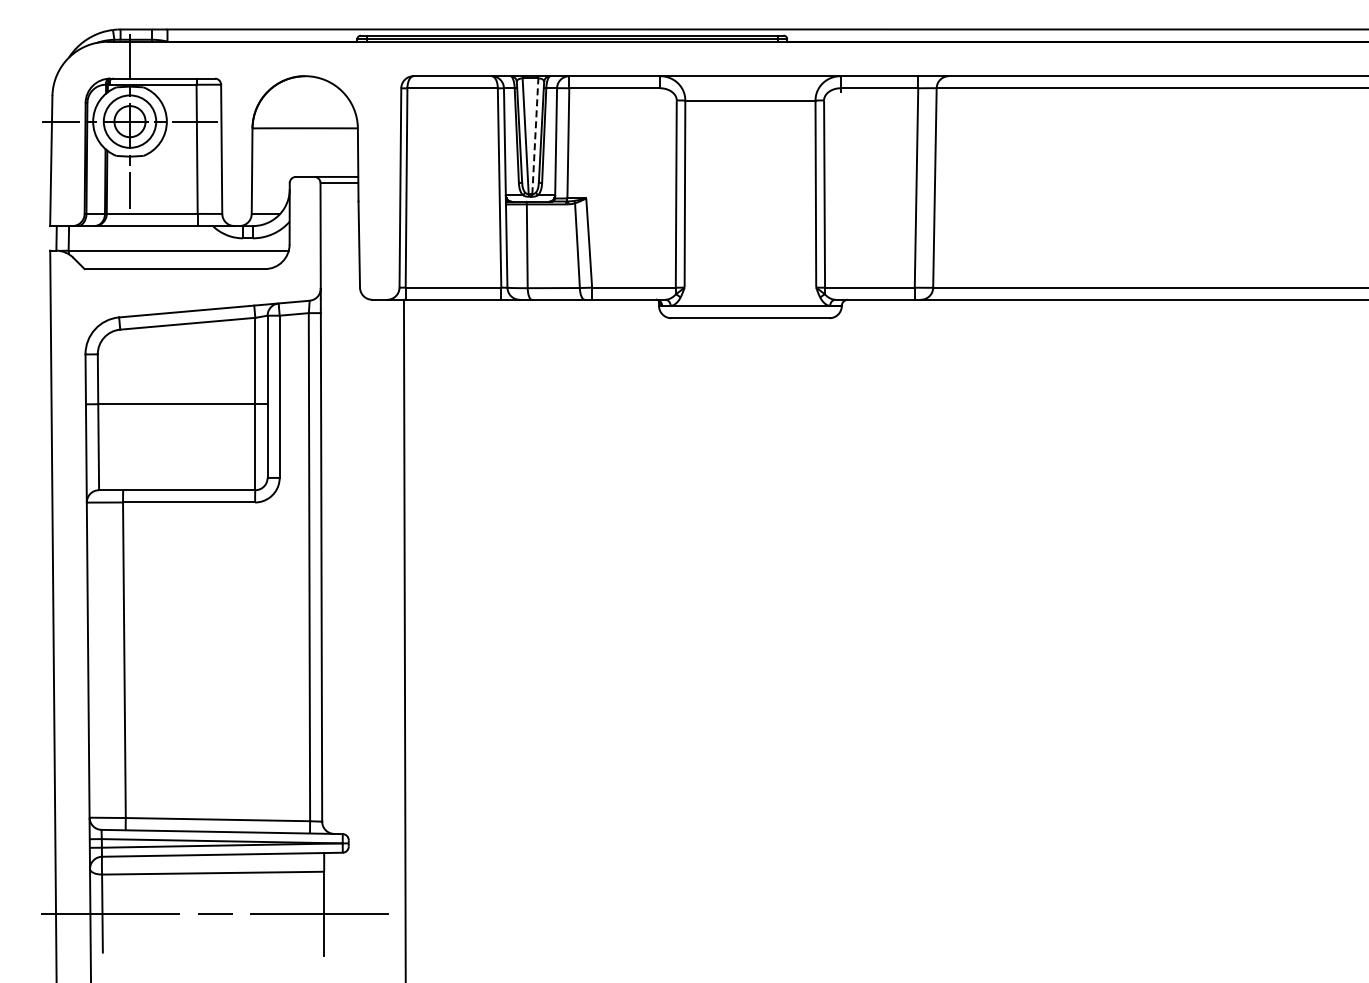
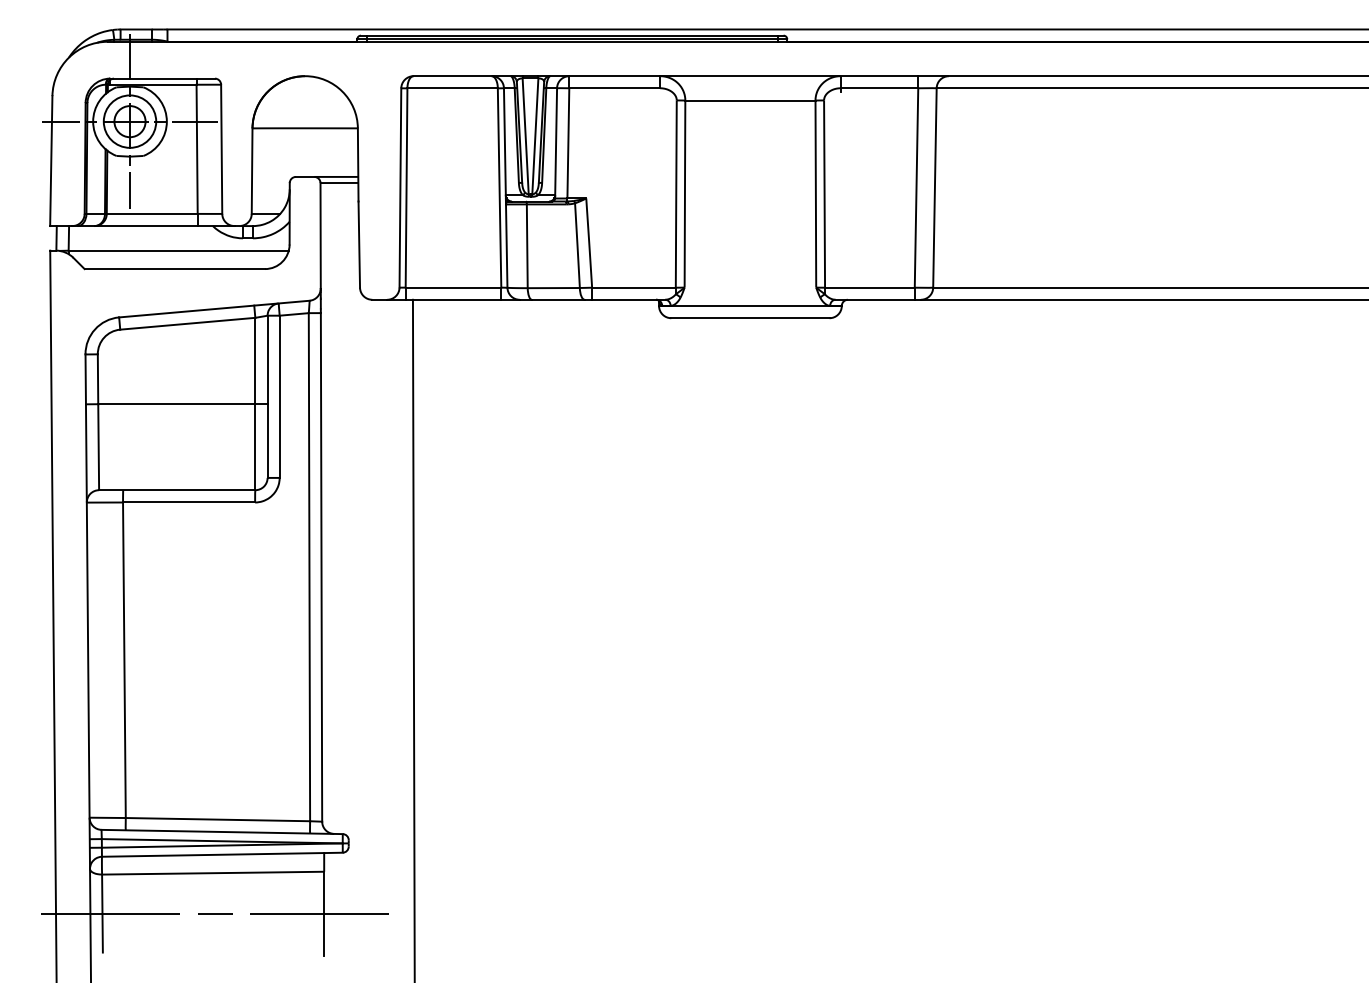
line at (535, 136): dashed -> solid
line at (404, 639) position: (404, 639) -> (413, 639)
